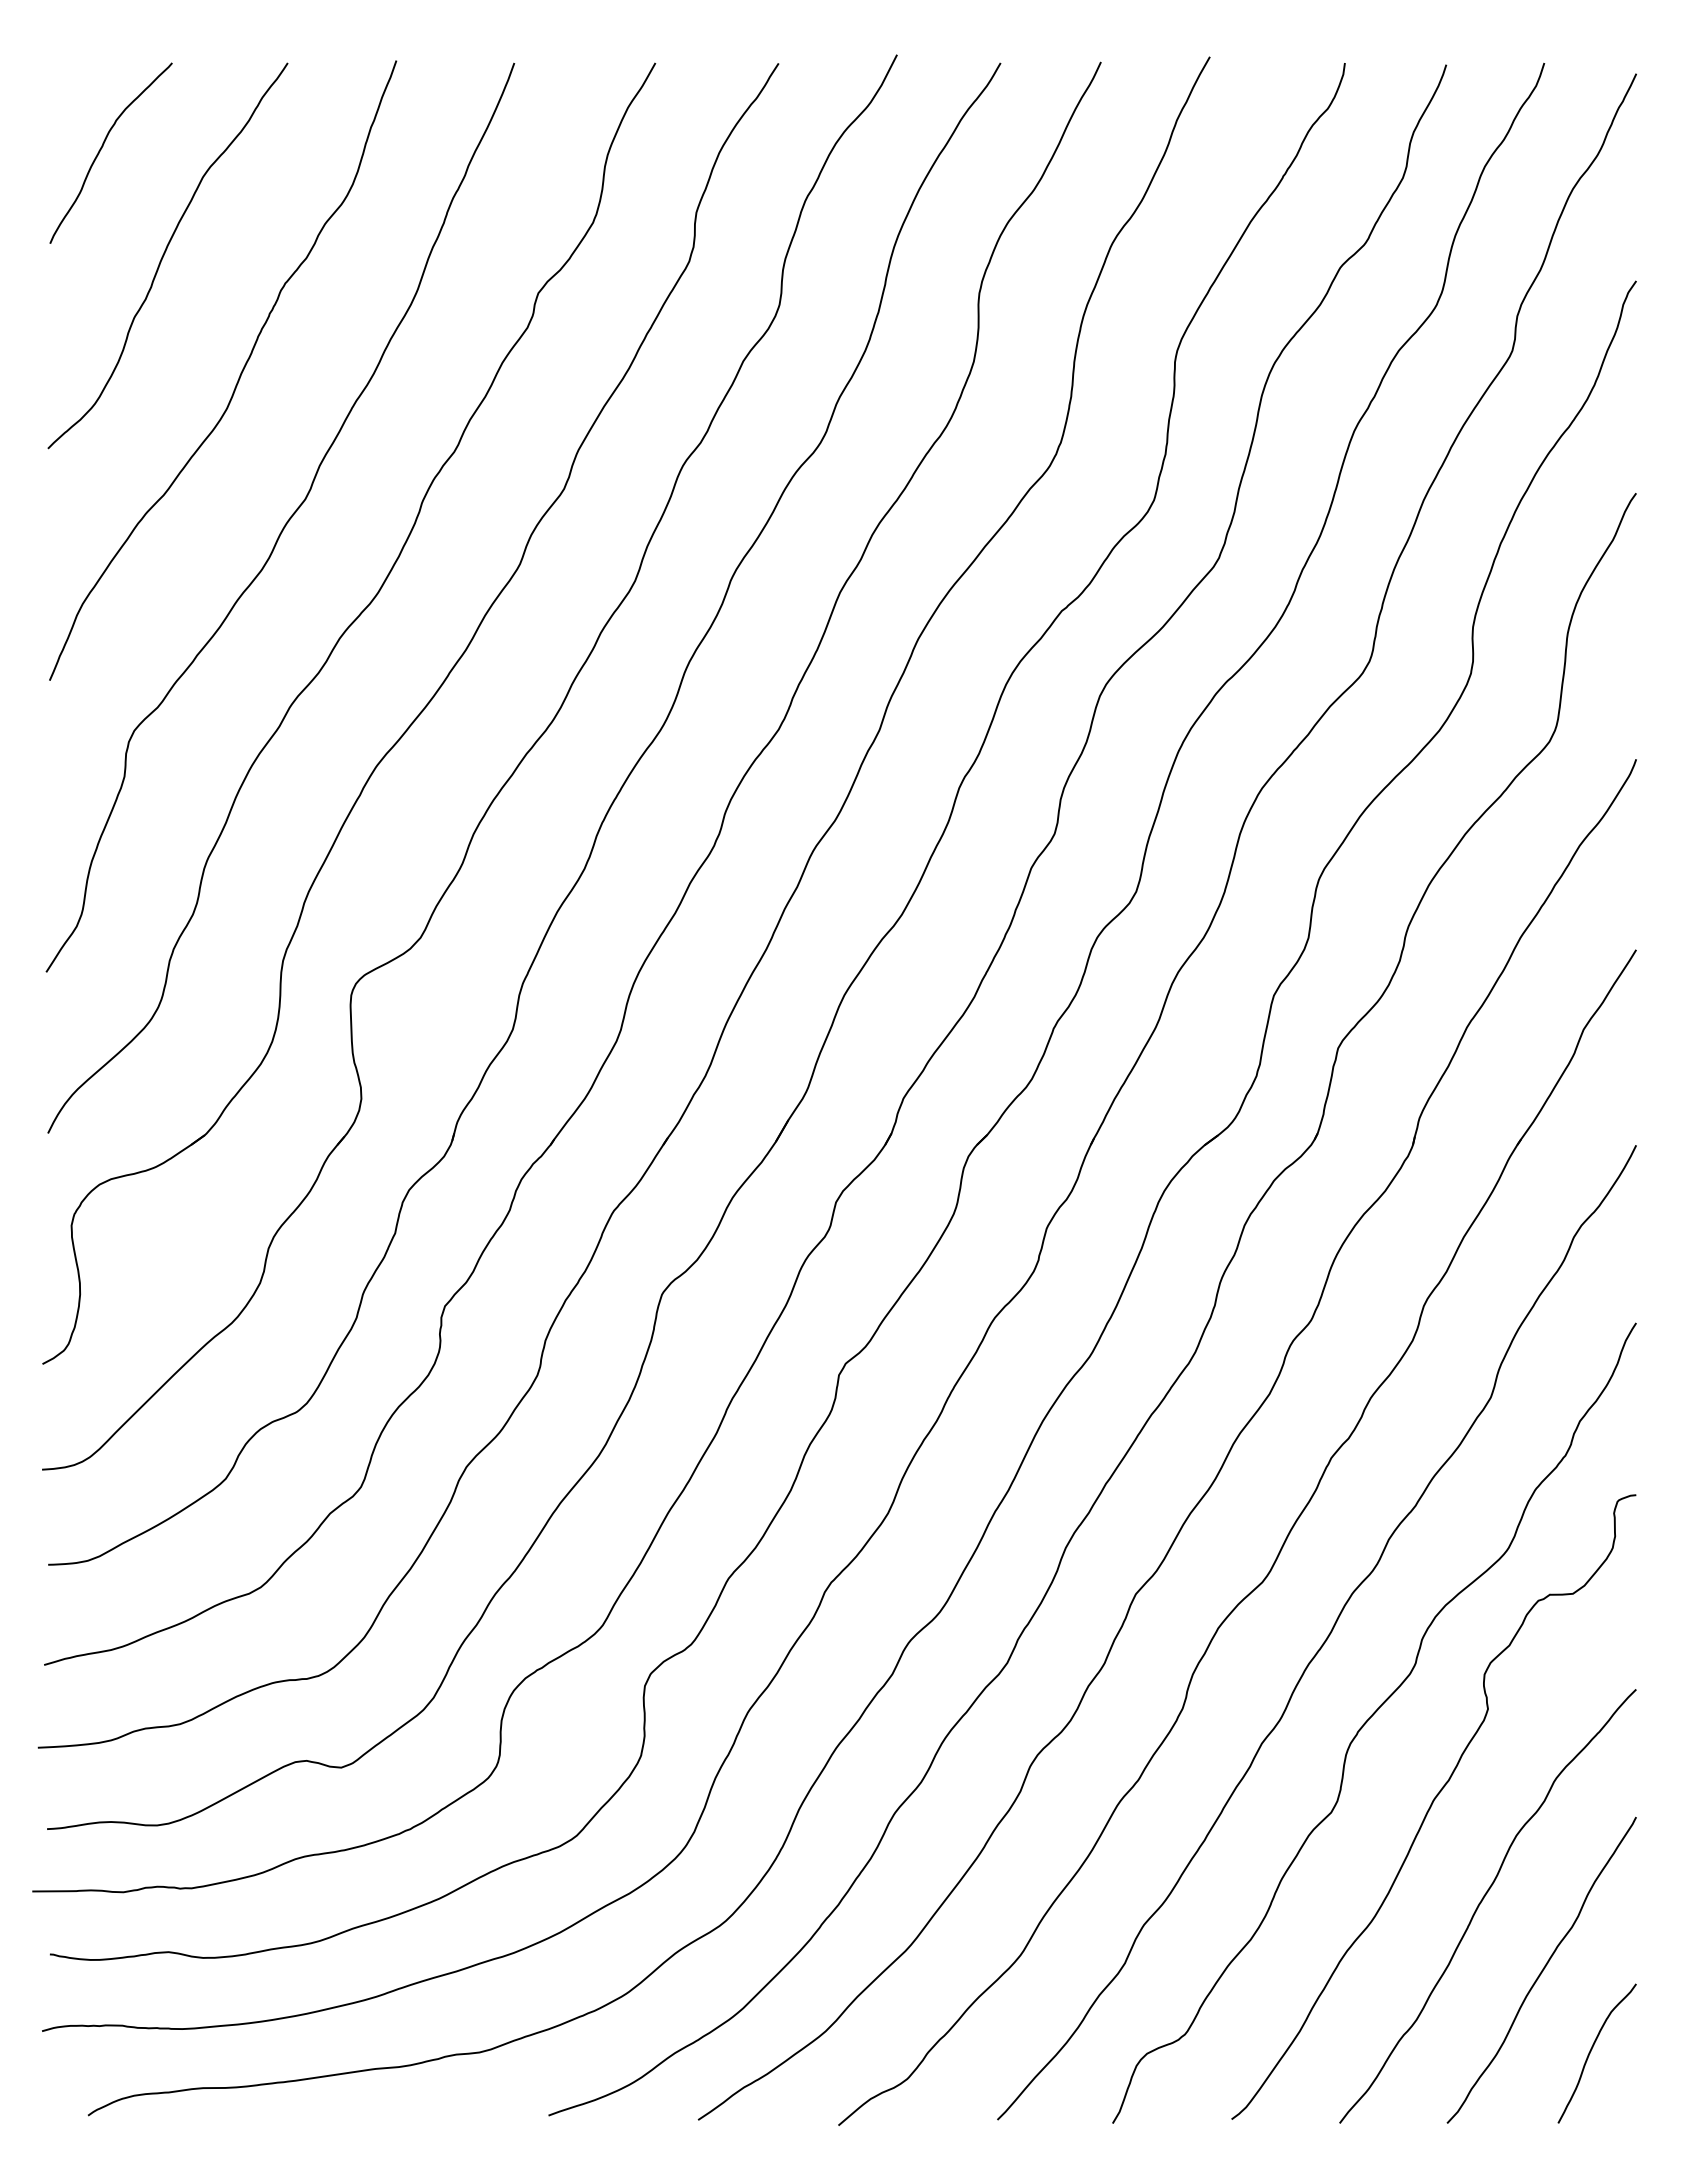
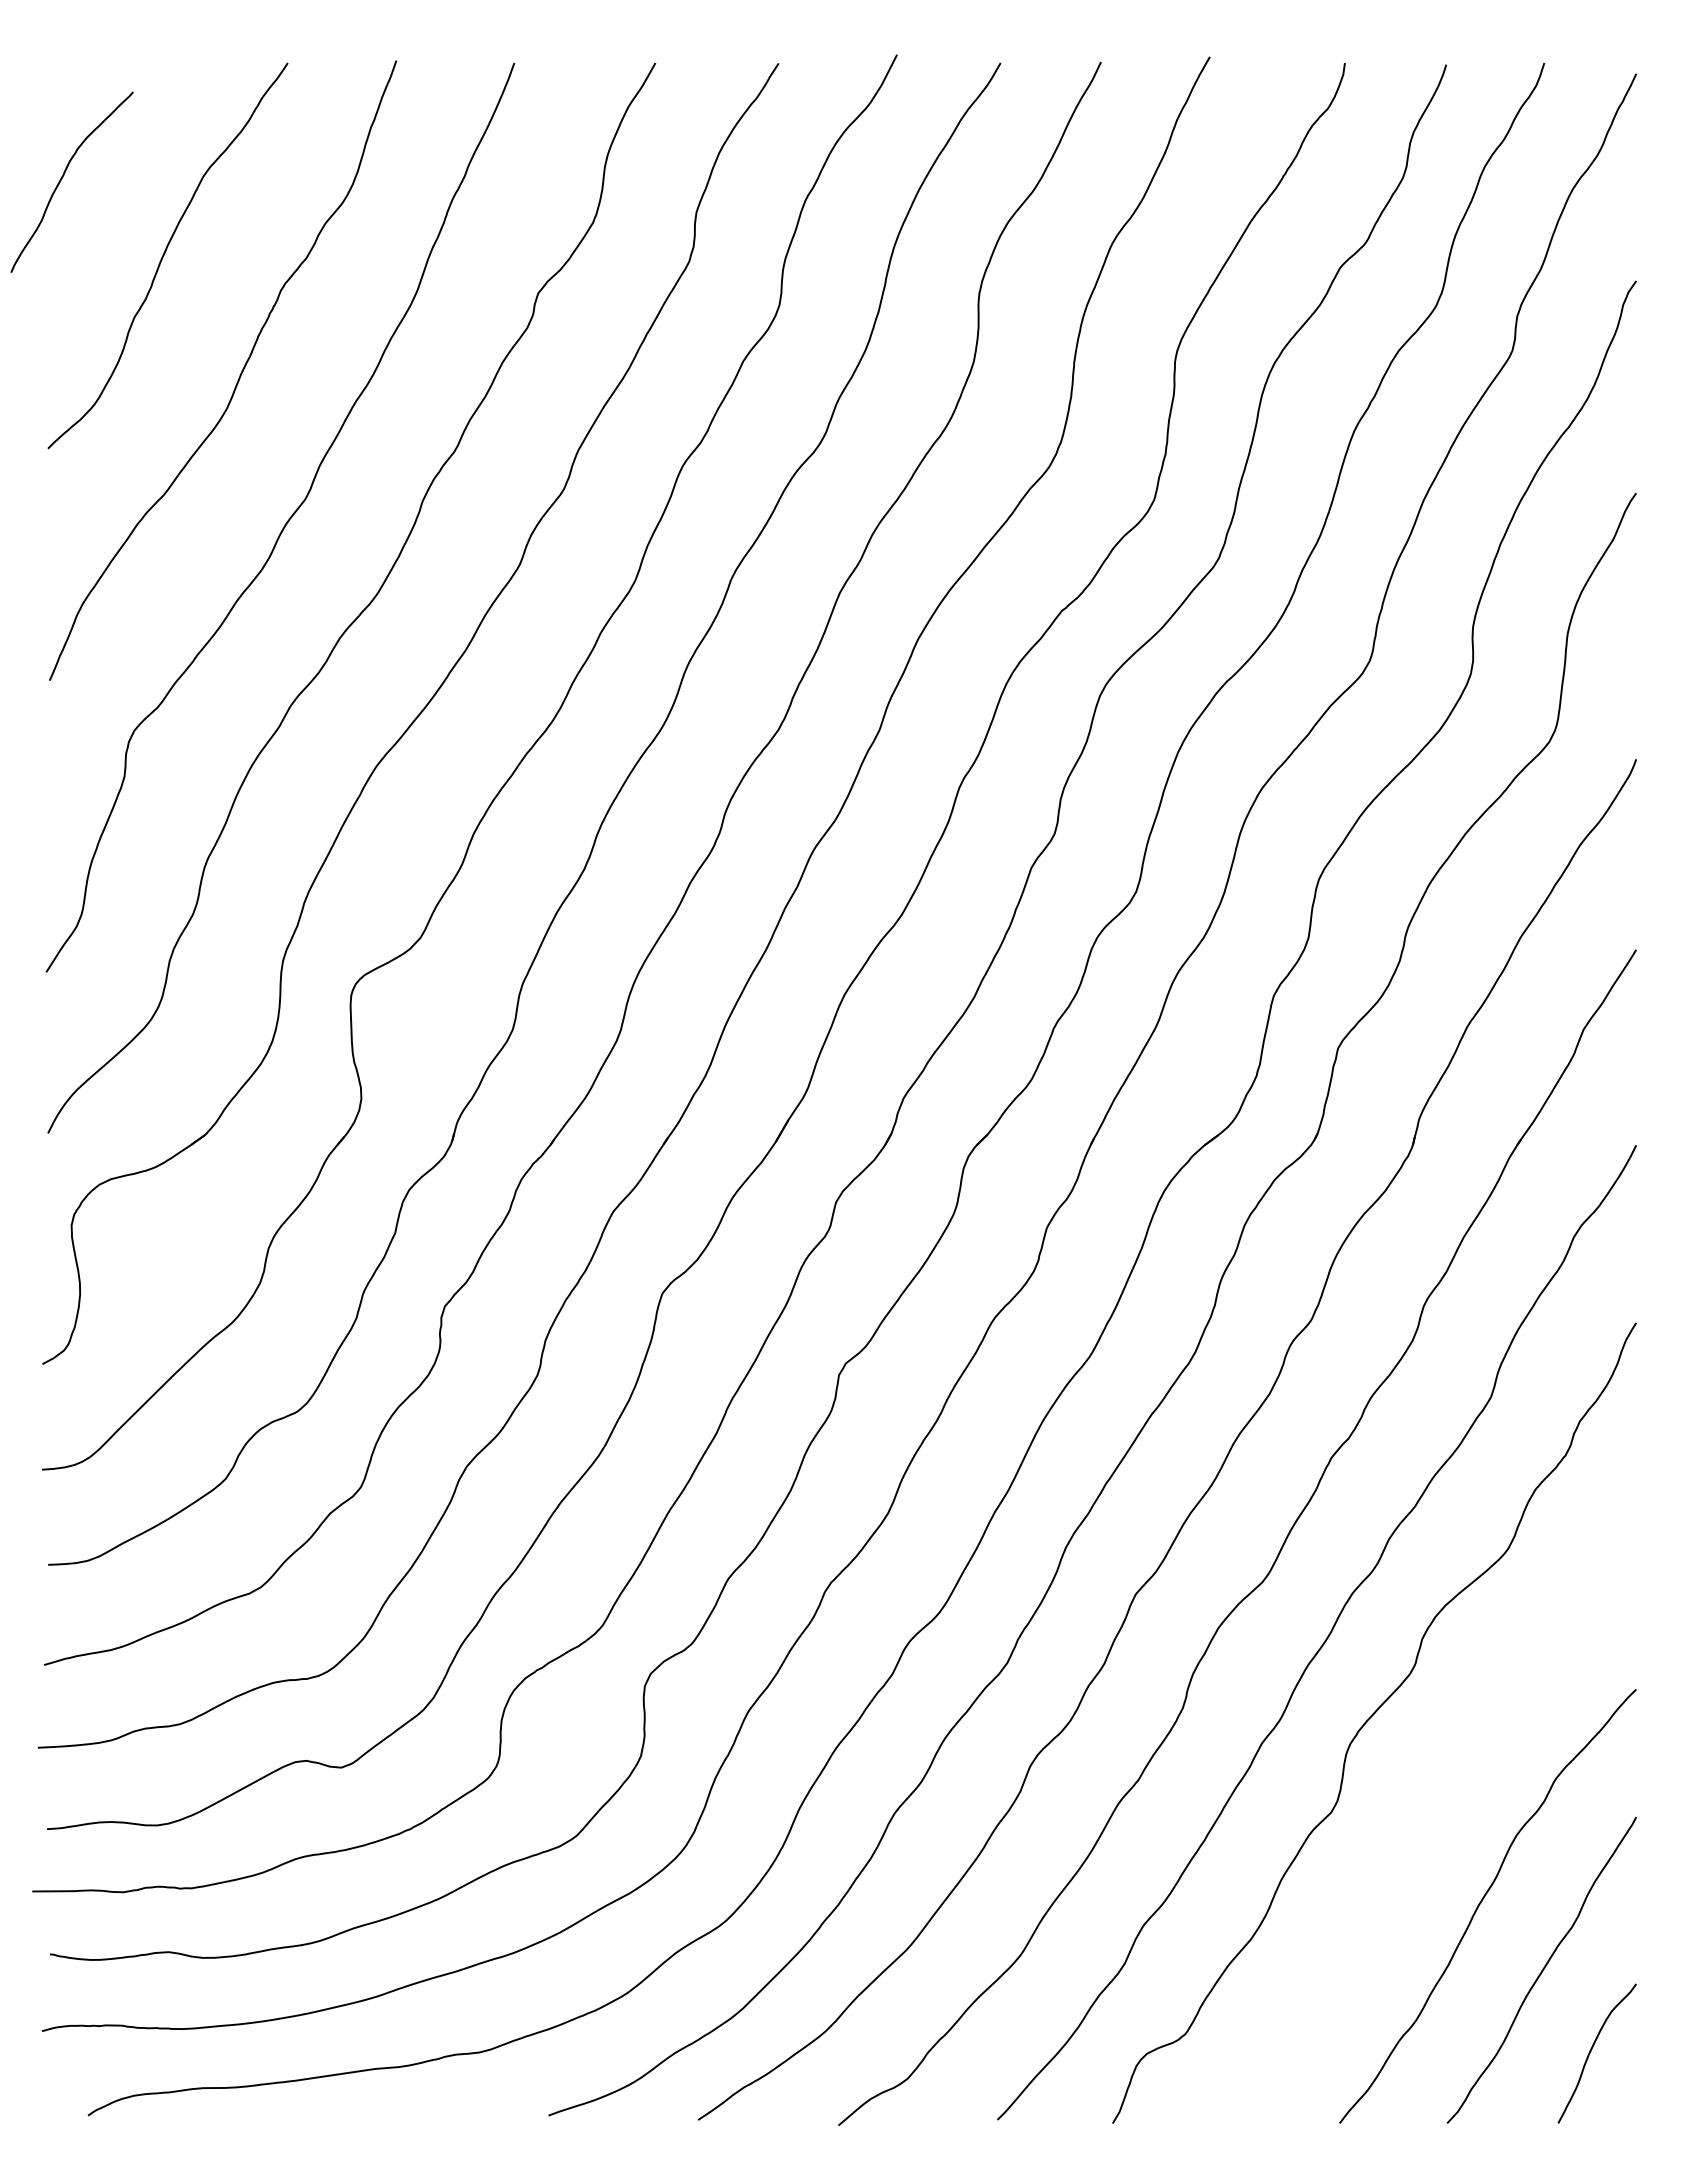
curve at (102, 148) position: (102, 148) -> (63, 177)
curve at (1432, 1805): present -> none
